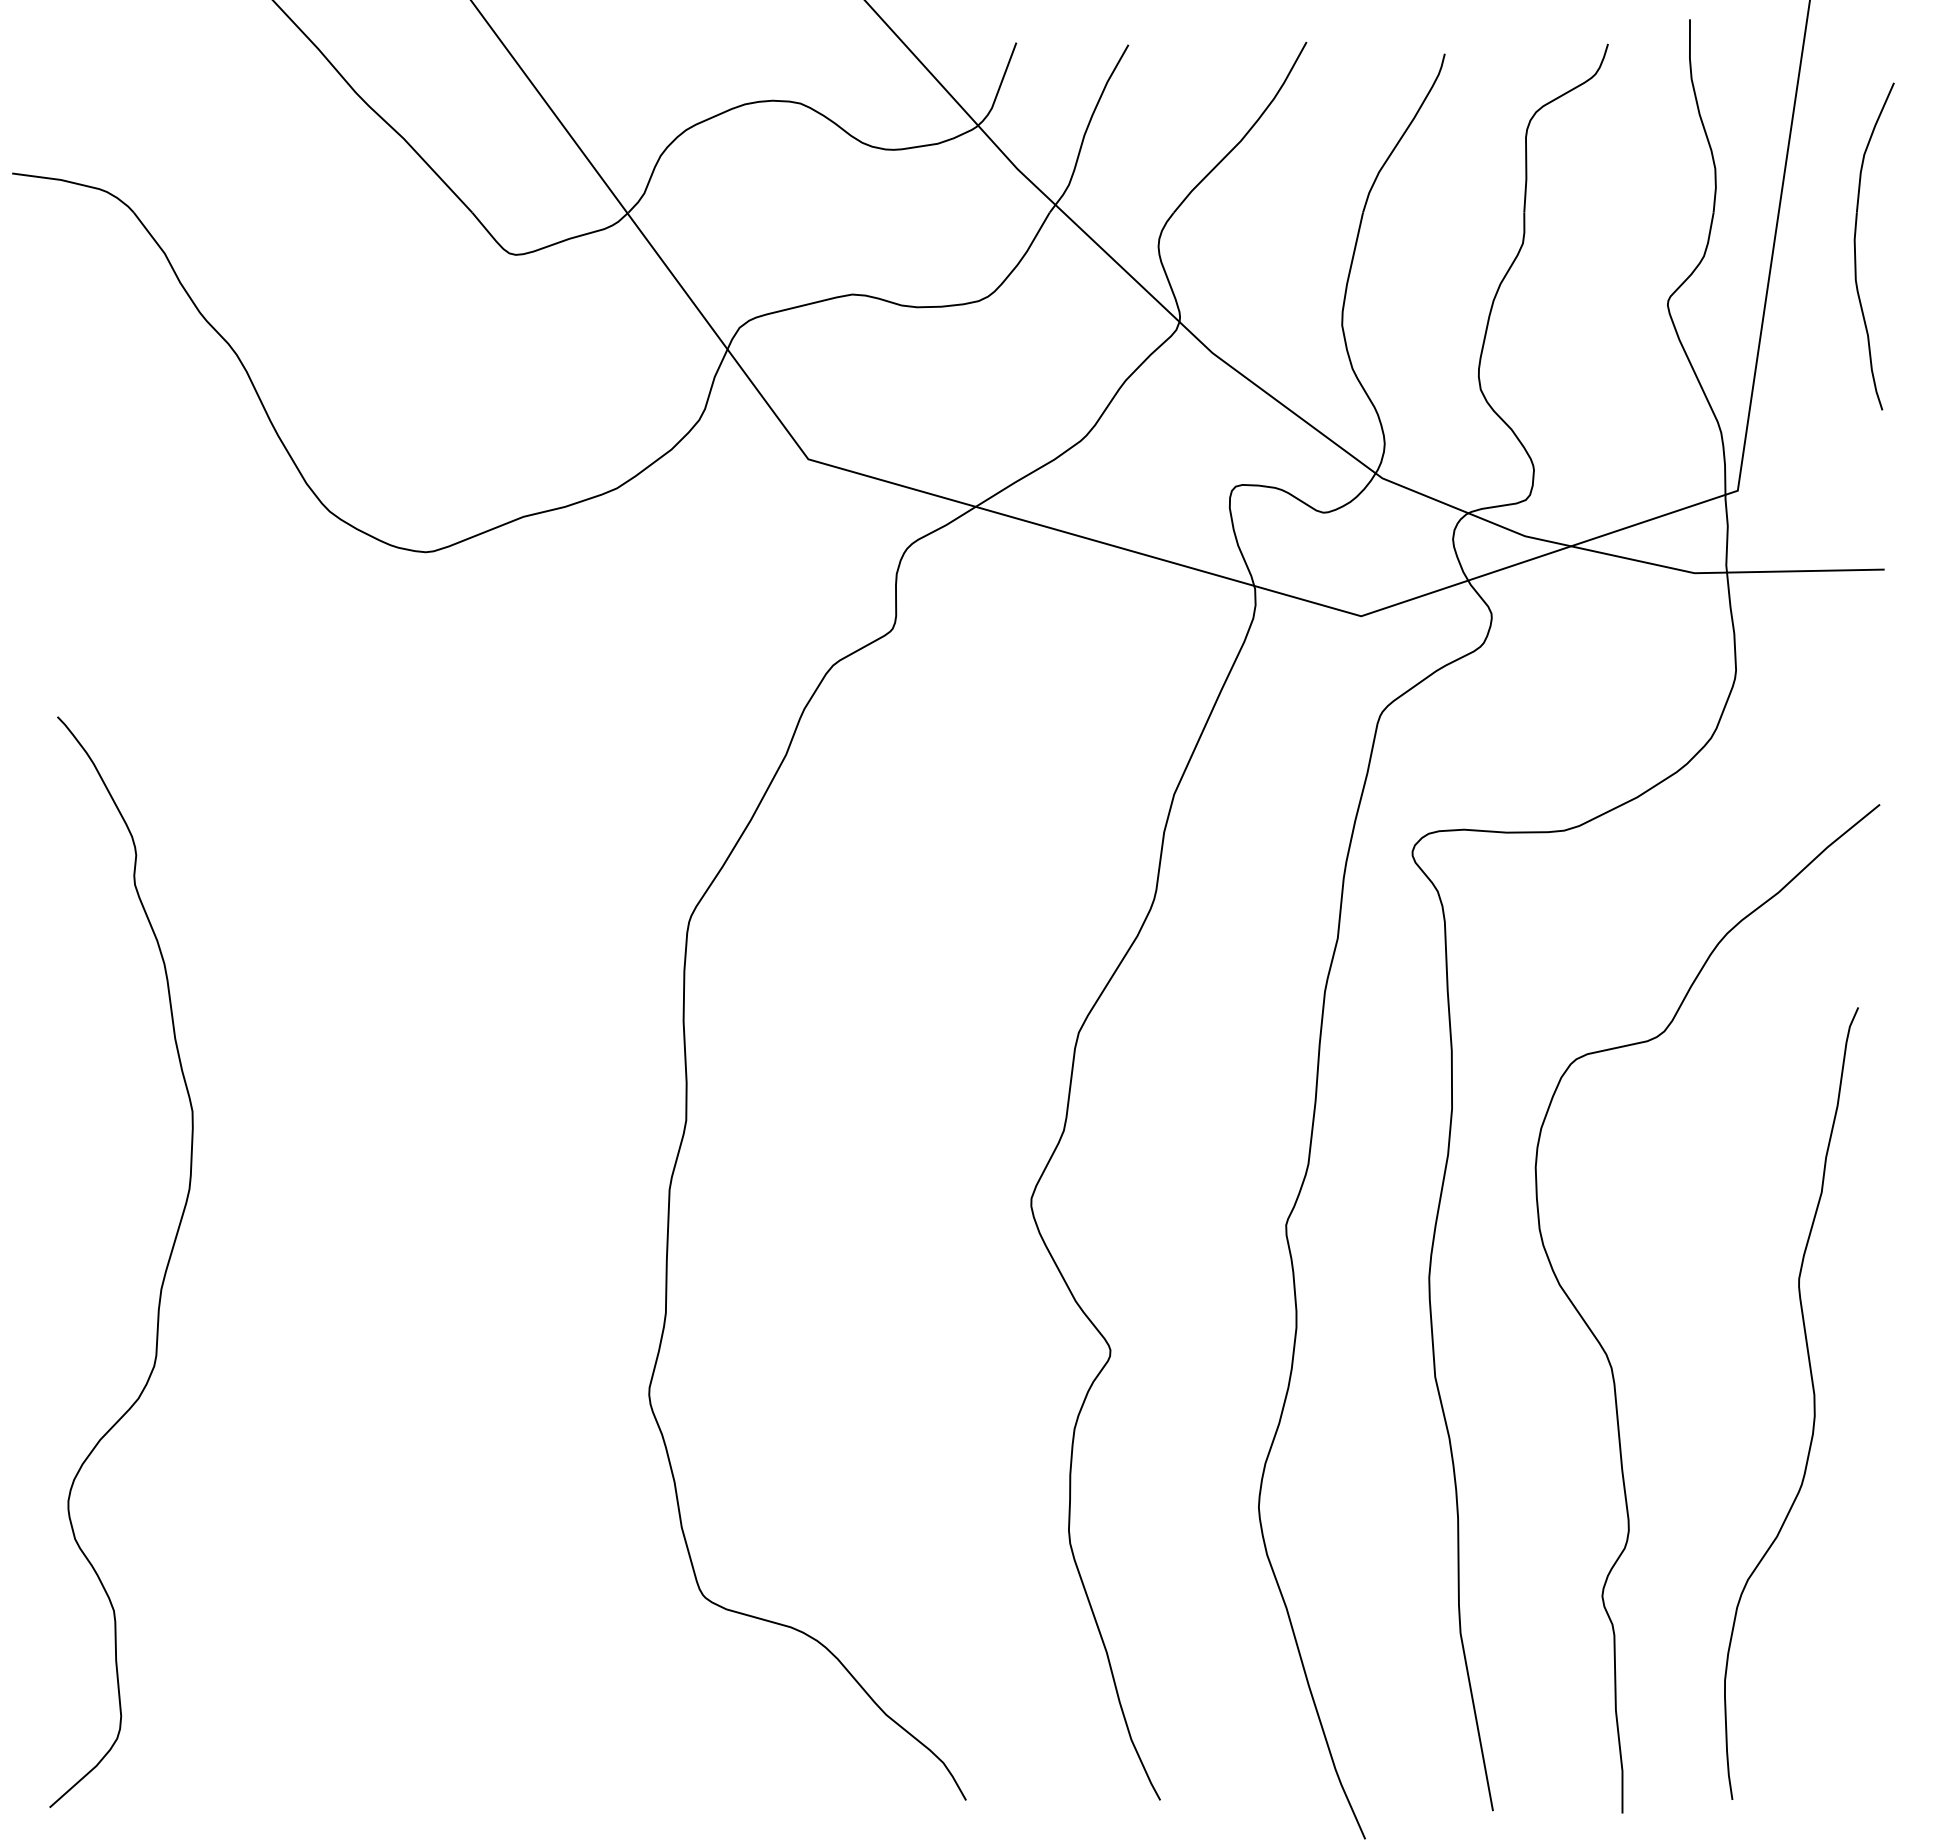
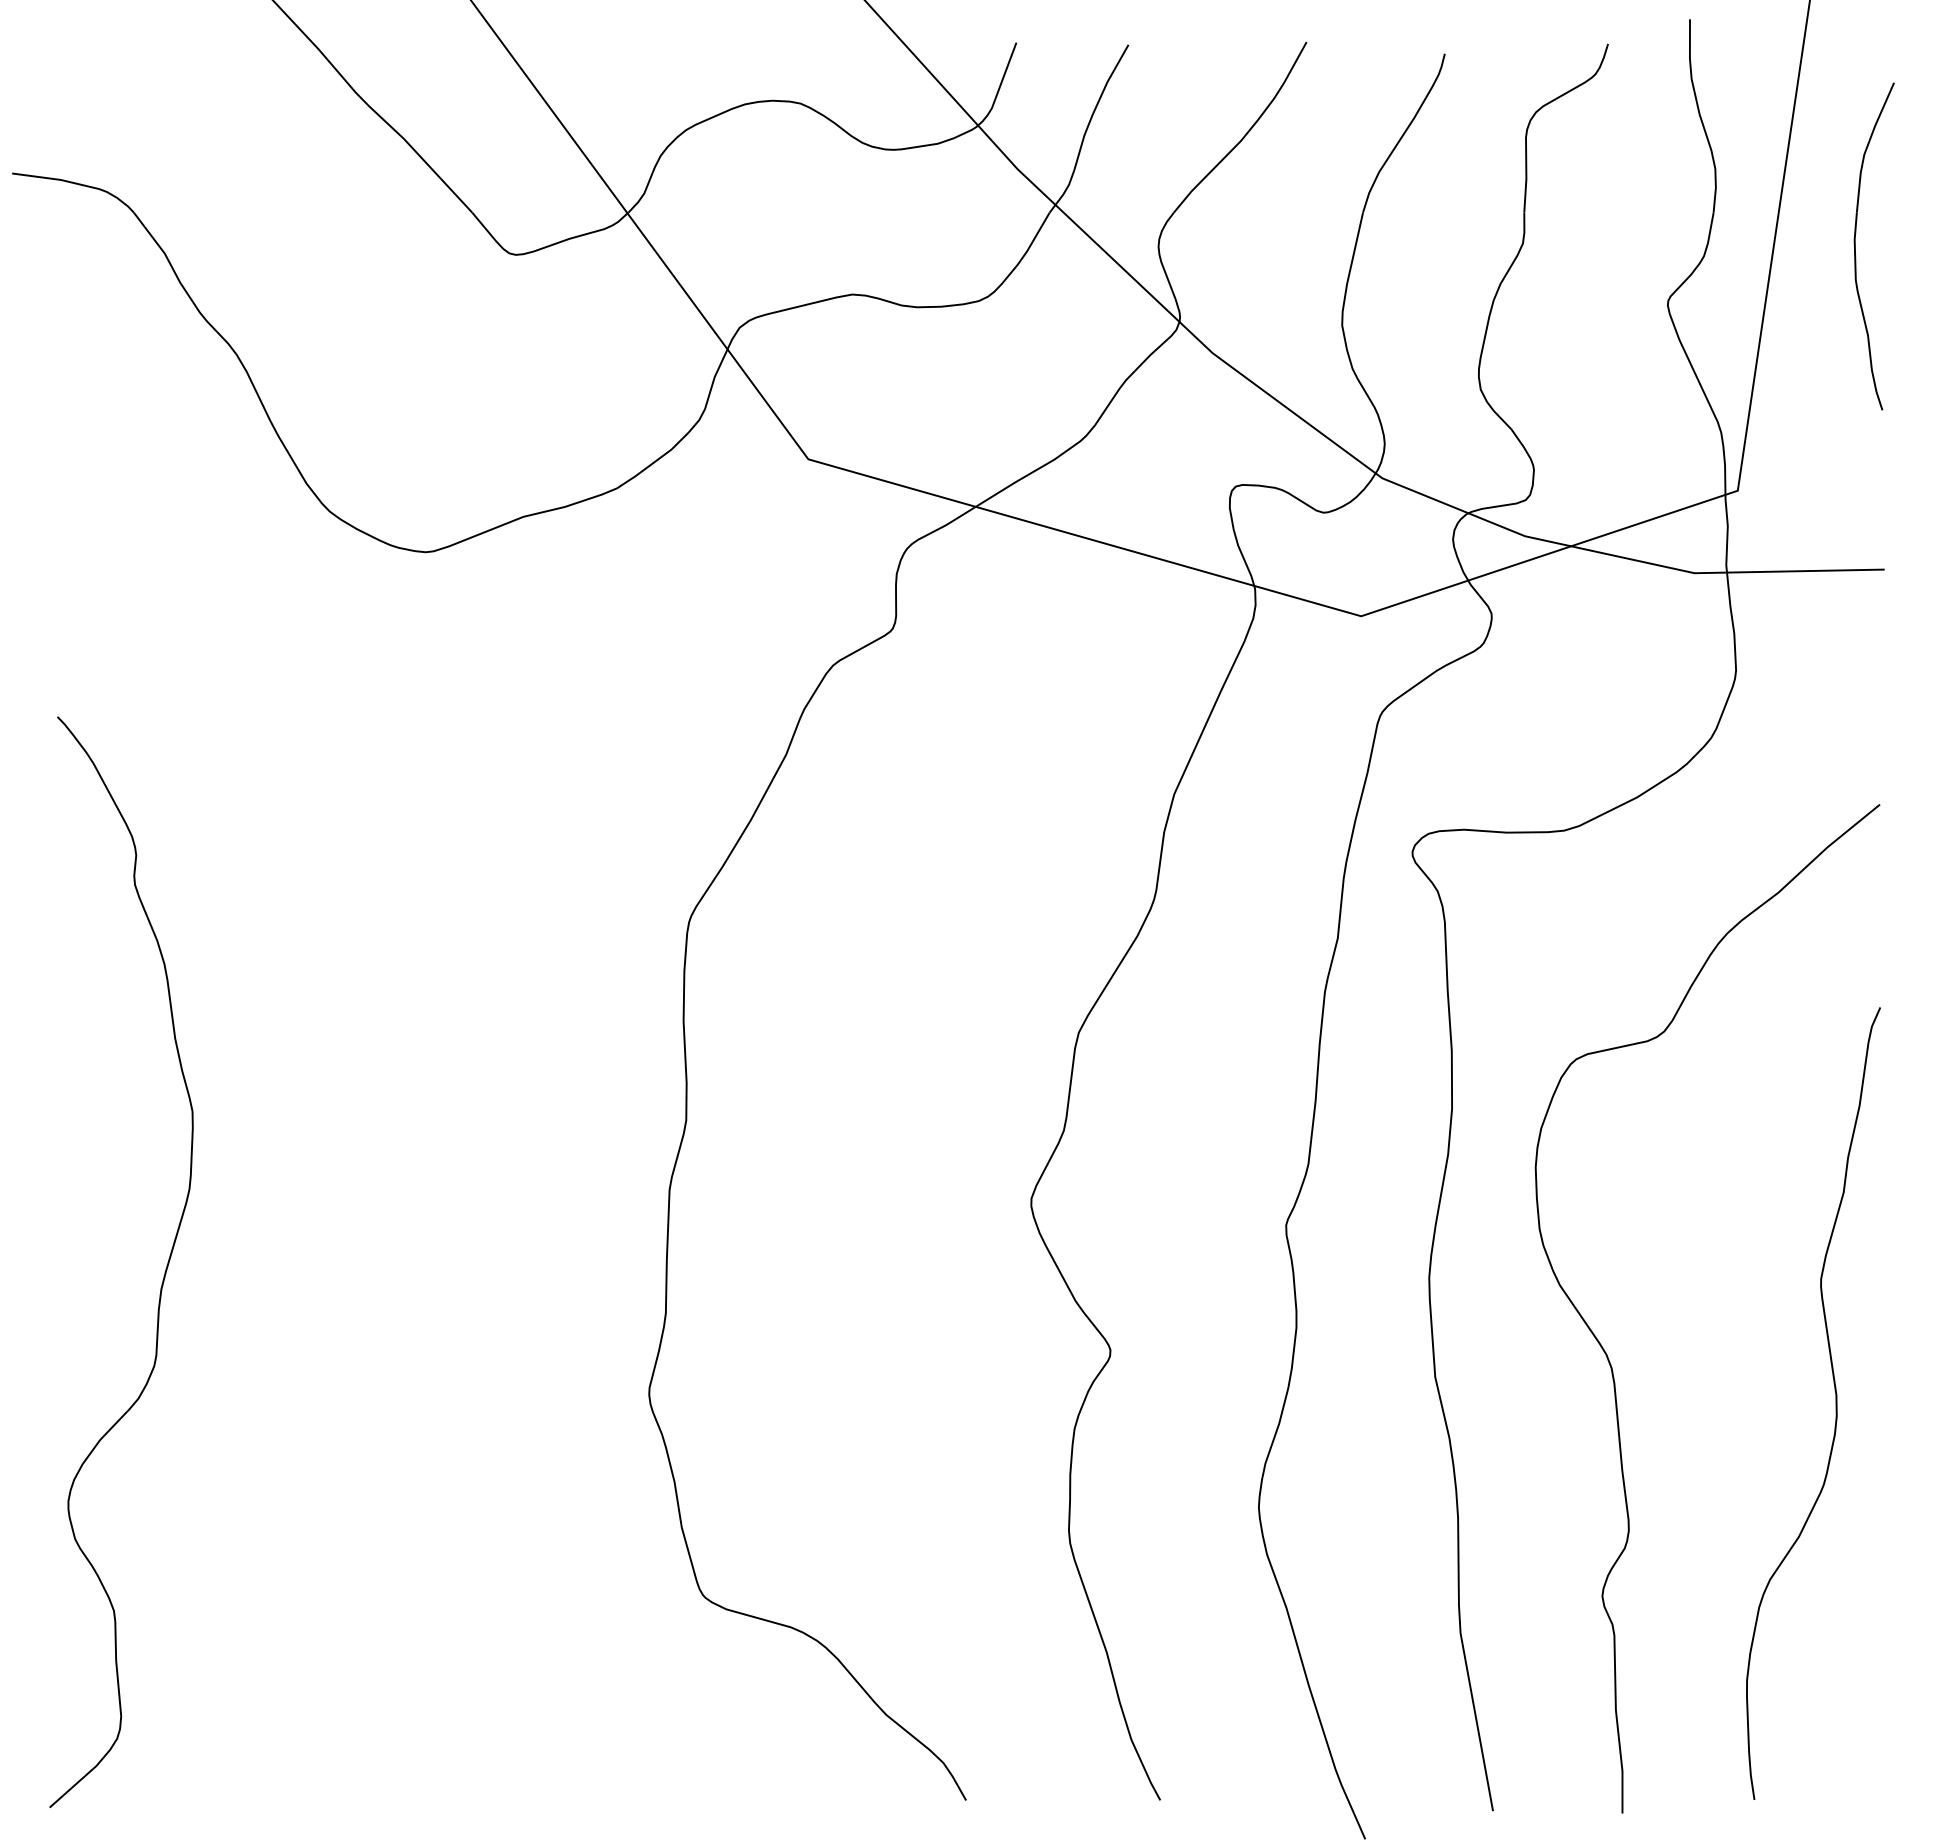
curve at (1813, 1403) position: (1813, 1403) -> (1835, 1403)
